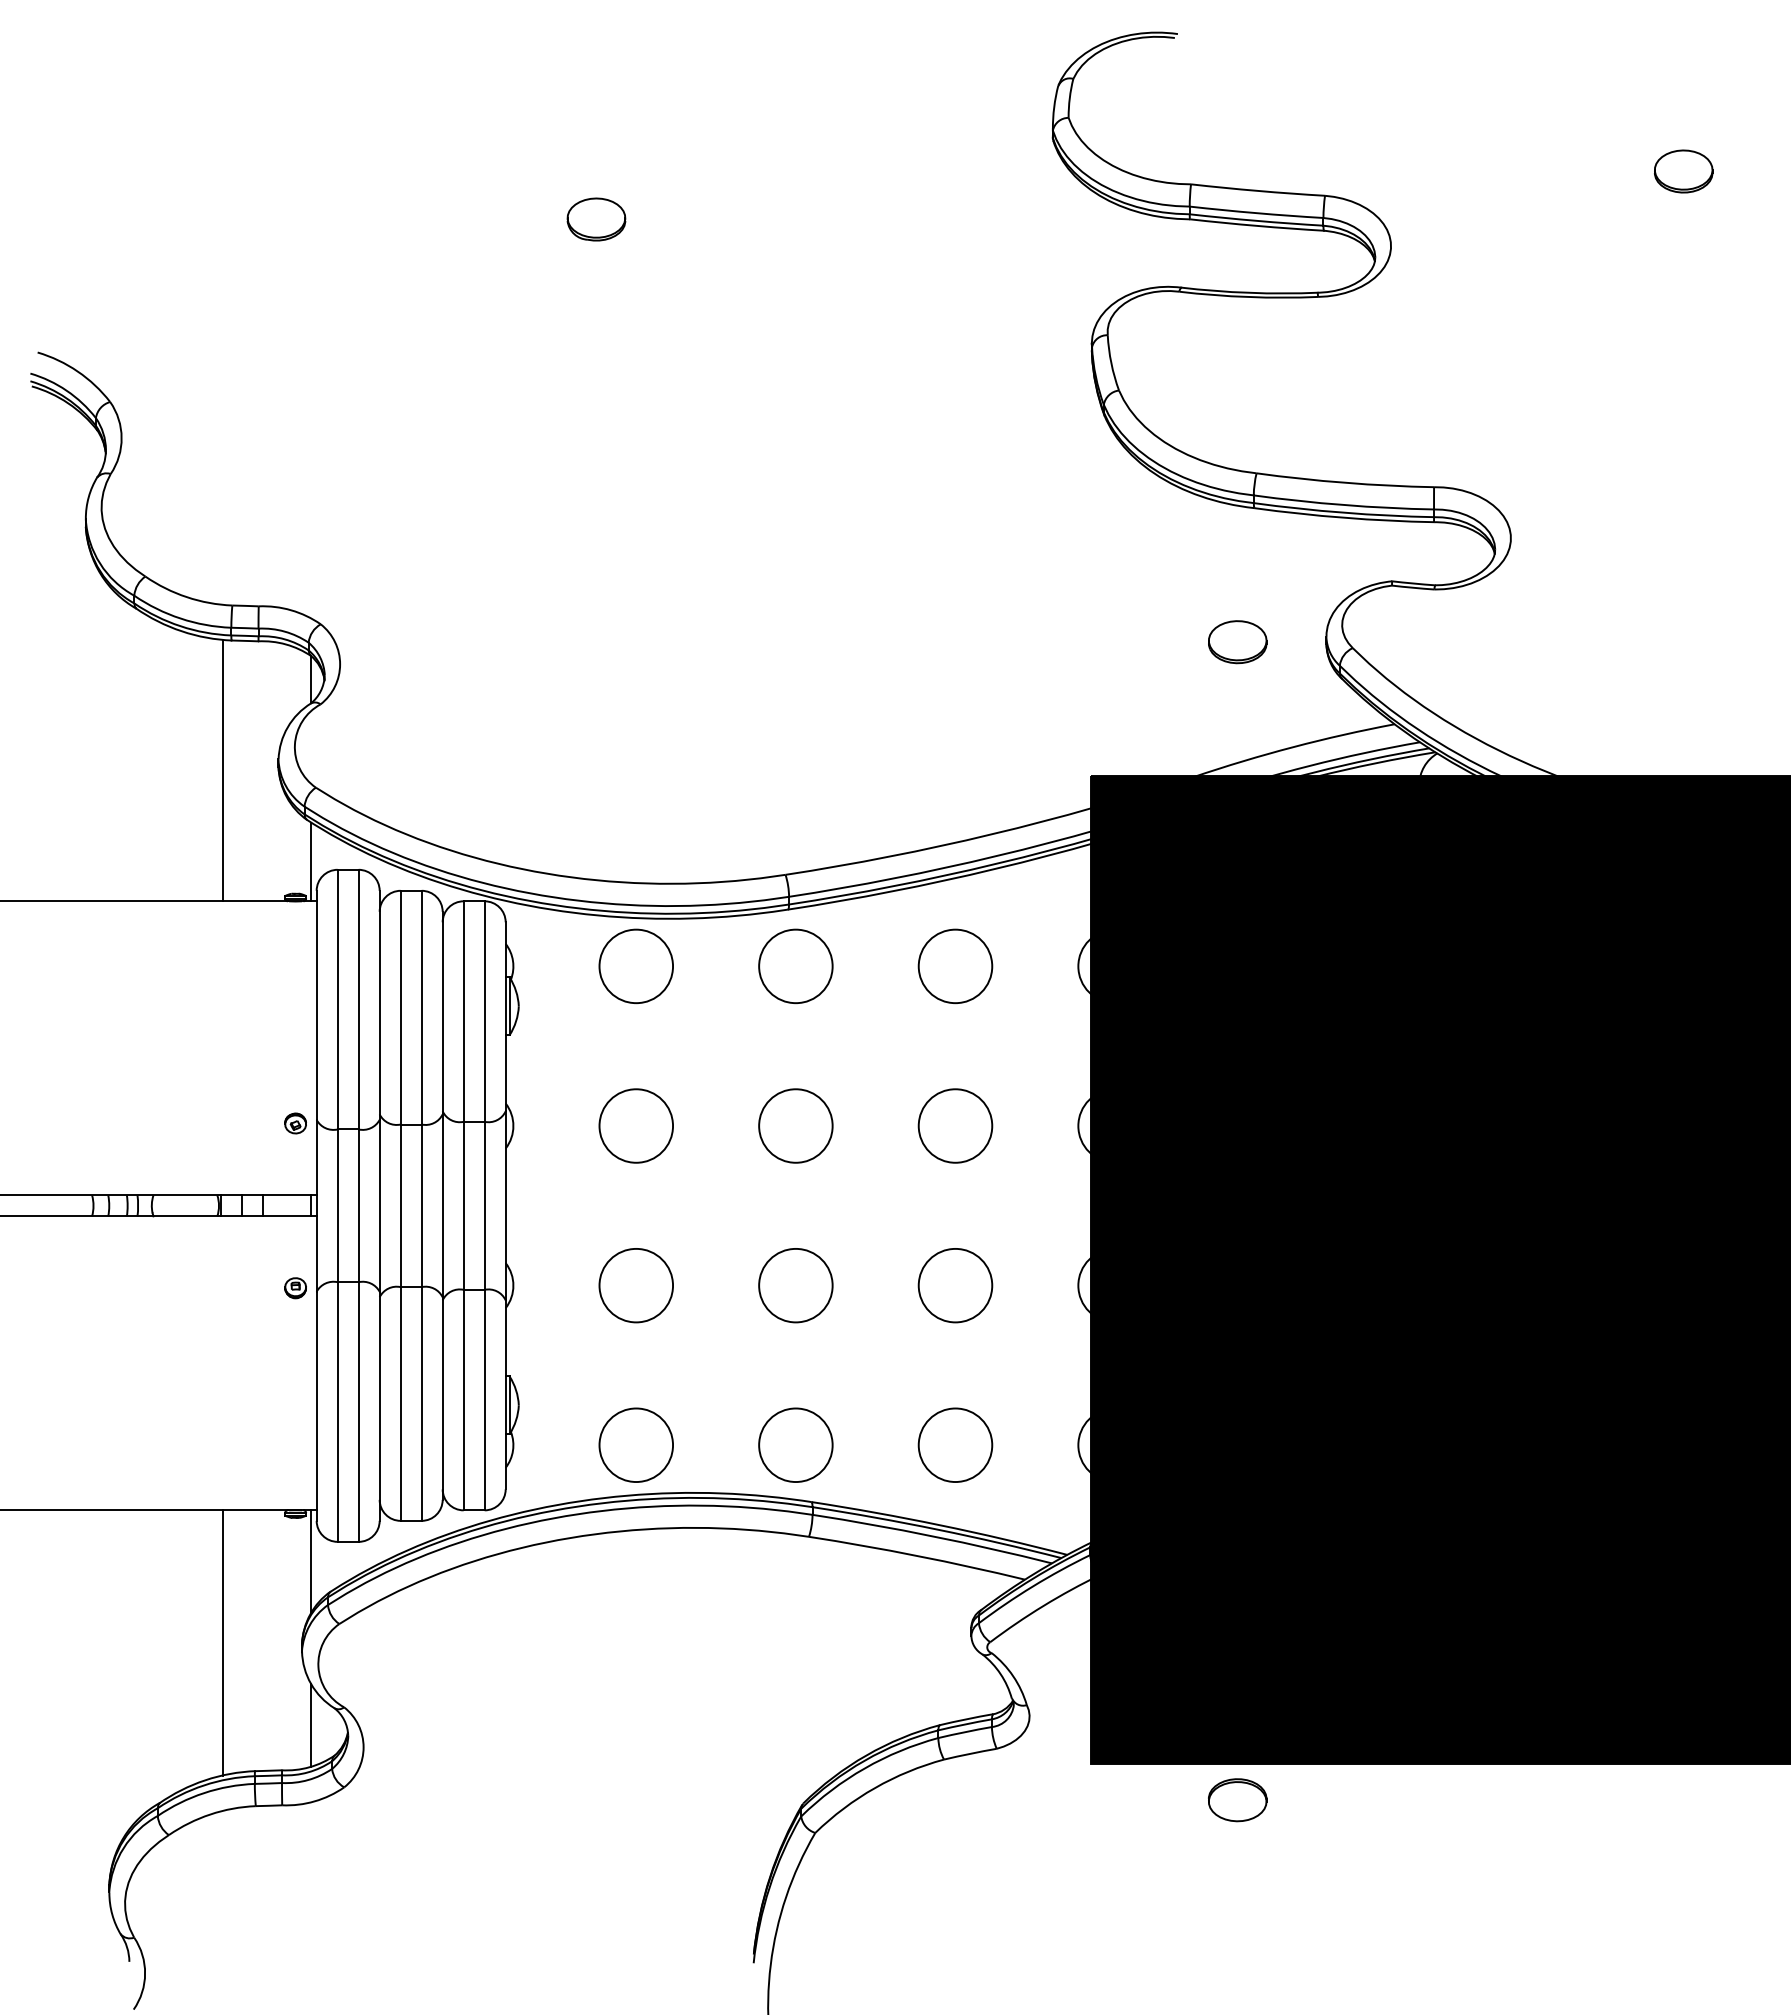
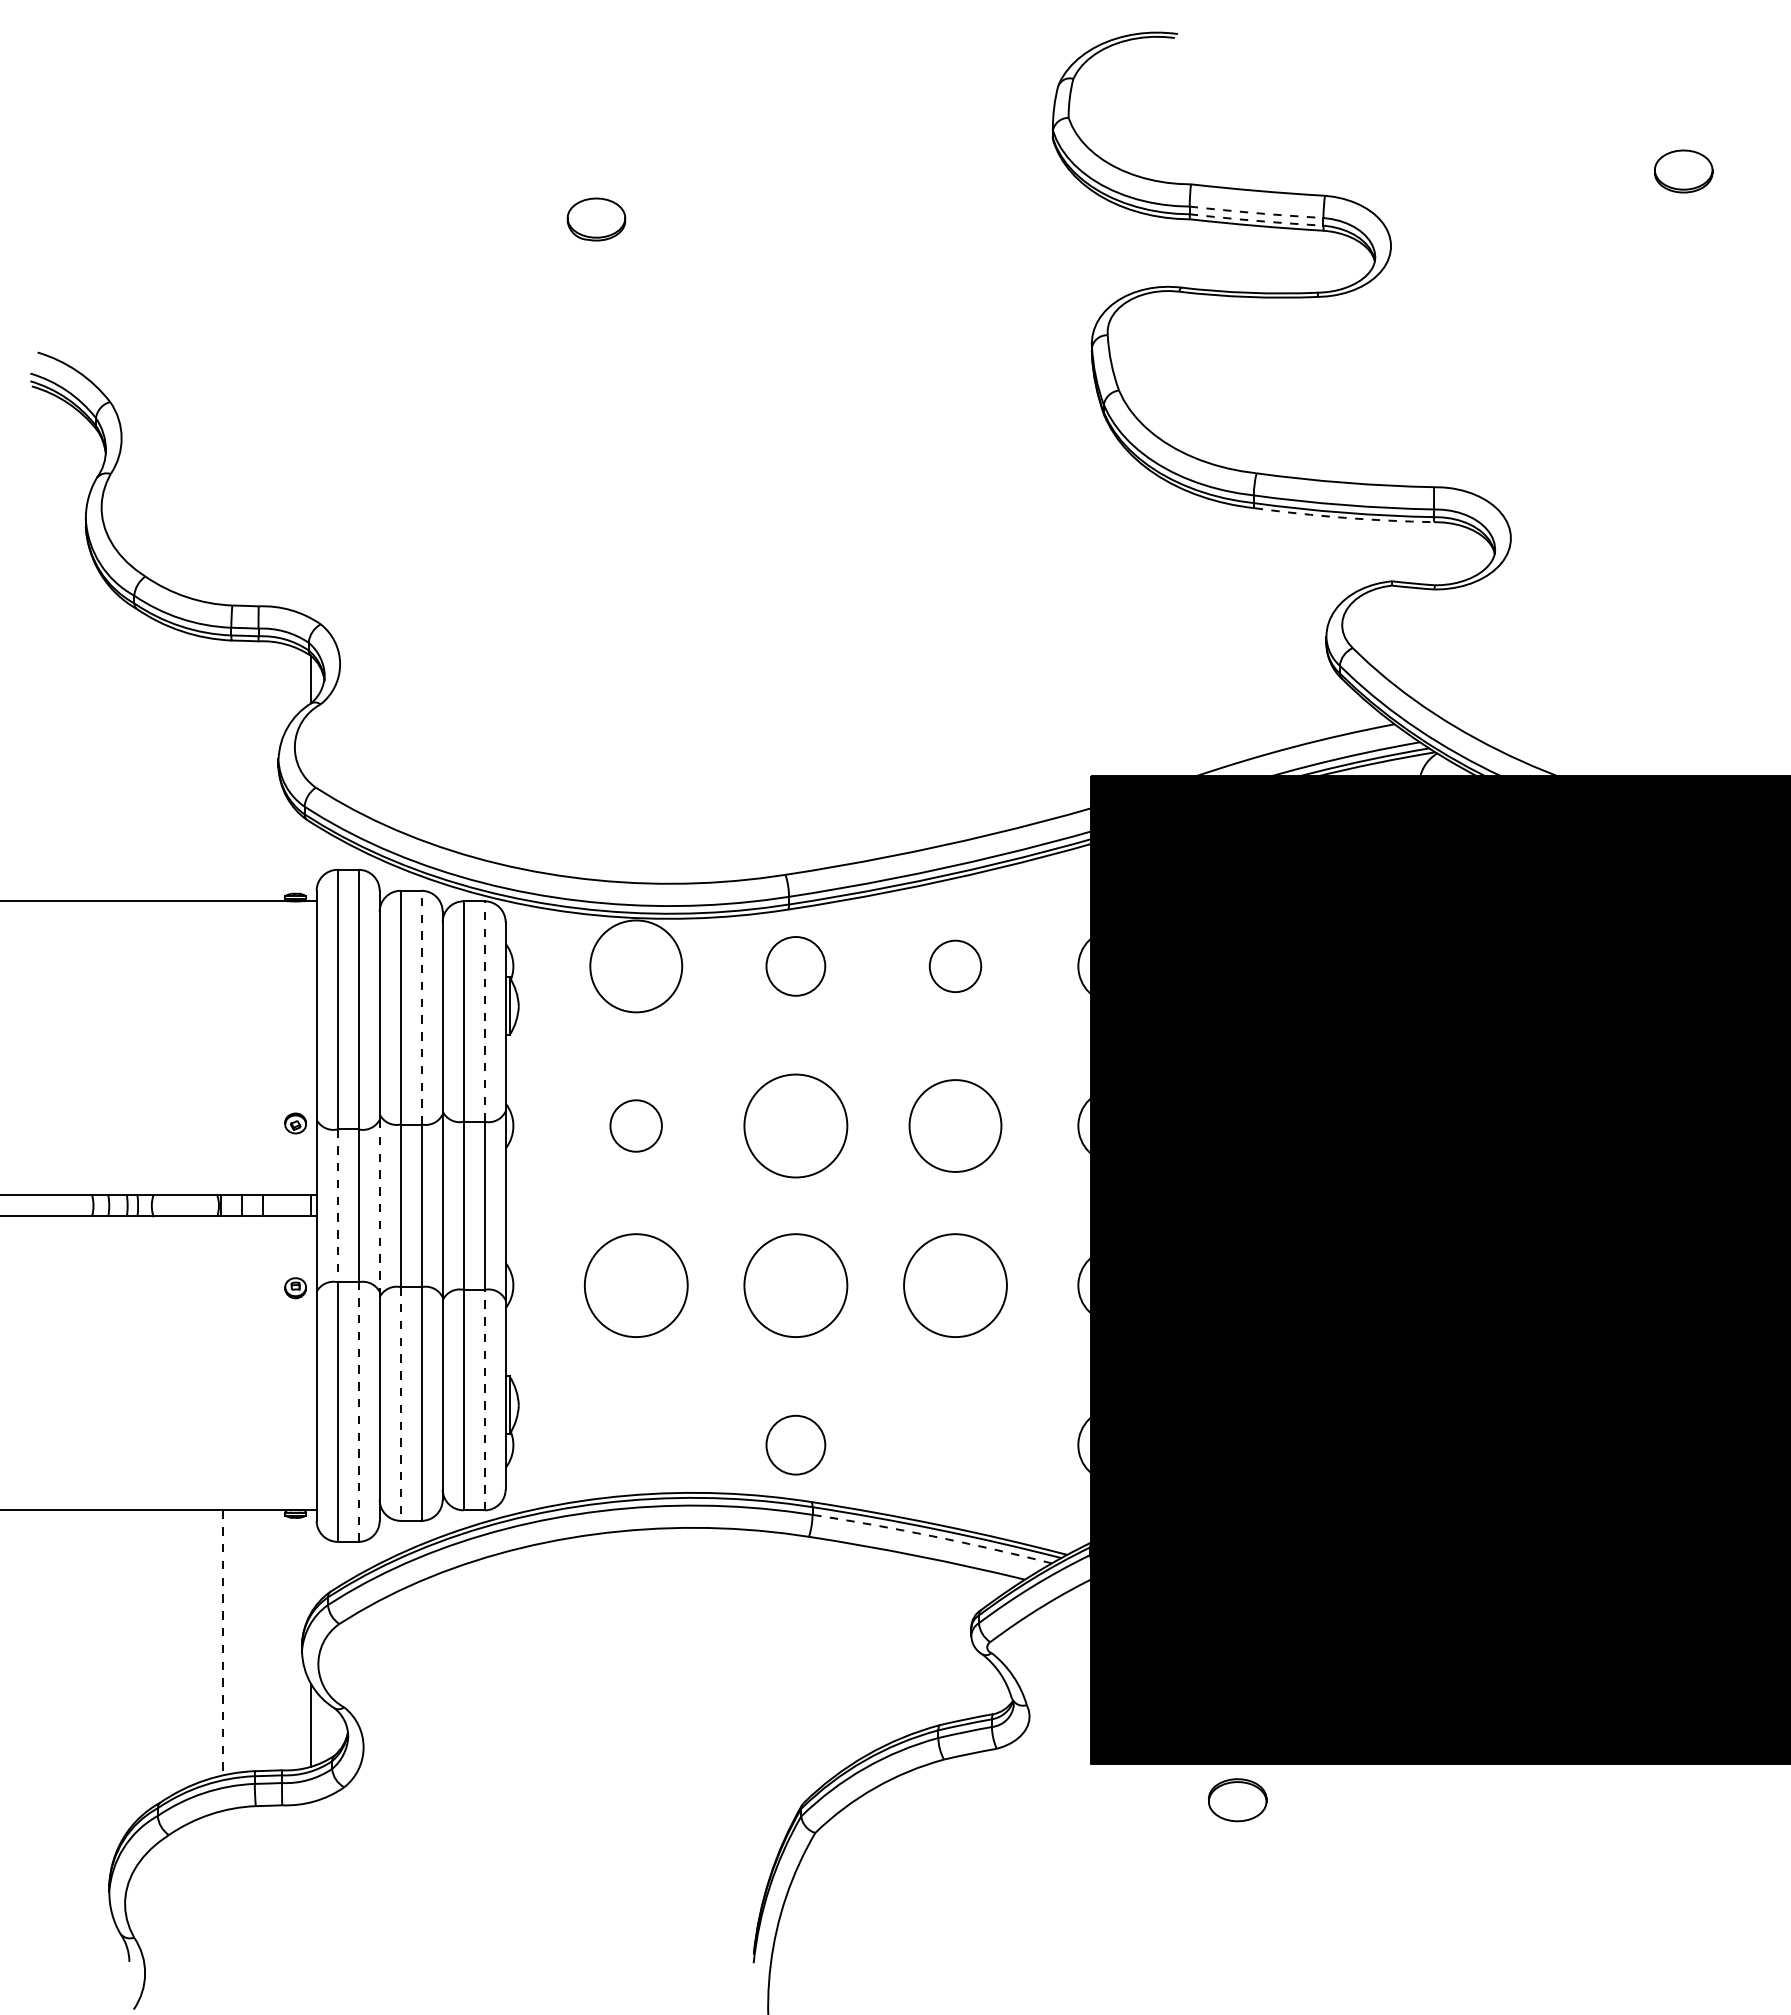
arc at (1256, 213): solid -> dashed
arc at (1256, 220): solid -> dashed
arc at (1344, 517): solid -> dashed
part at (1237, 642): present -> none
line at (223, 770): present -> none
line at (311, 861): present -> none
circle at (636, 966) diameter: 74 px -> 92 px
circle at (795, 966) diameter: 74 px -> 59 px
circle at (955, 966) diameter: 74 px -> 51 px
line at (421, 1007): solid -> dashed
line at (484, 1011): solid -> dashed
circle at (635, 1125) size: 76x76 px -> 54x54 px
circle at (795, 1125) diameter: 74 px -> 103 px
circle at (955, 1125) diameter: 74 px -> 92 px
line at (379, 1205): solid -> dashed
line at (337, 1206): solid -> dashed
circle at (636, 1285) diameter: 74 px -> 103 px
circle at (795, 1285) diameter: 74 px -> 103 px
circle at (955, 1285) diameter: 74 px -> 103 px
line at (484, 1399): solid -> dashed
line at (400, 1404): solid -> dashed
line at (358, 1412): solid -> dashed
circle at (635, 1444): present -> none
circle at (795, 1444) size: 76x76 px -> 62x62 px
circle at (955, 1444): present -> none
arc at (932, 1536): solid -> dashed
line at (311, 1561): present -> none
line at (223, 1642): solid -> dashed
